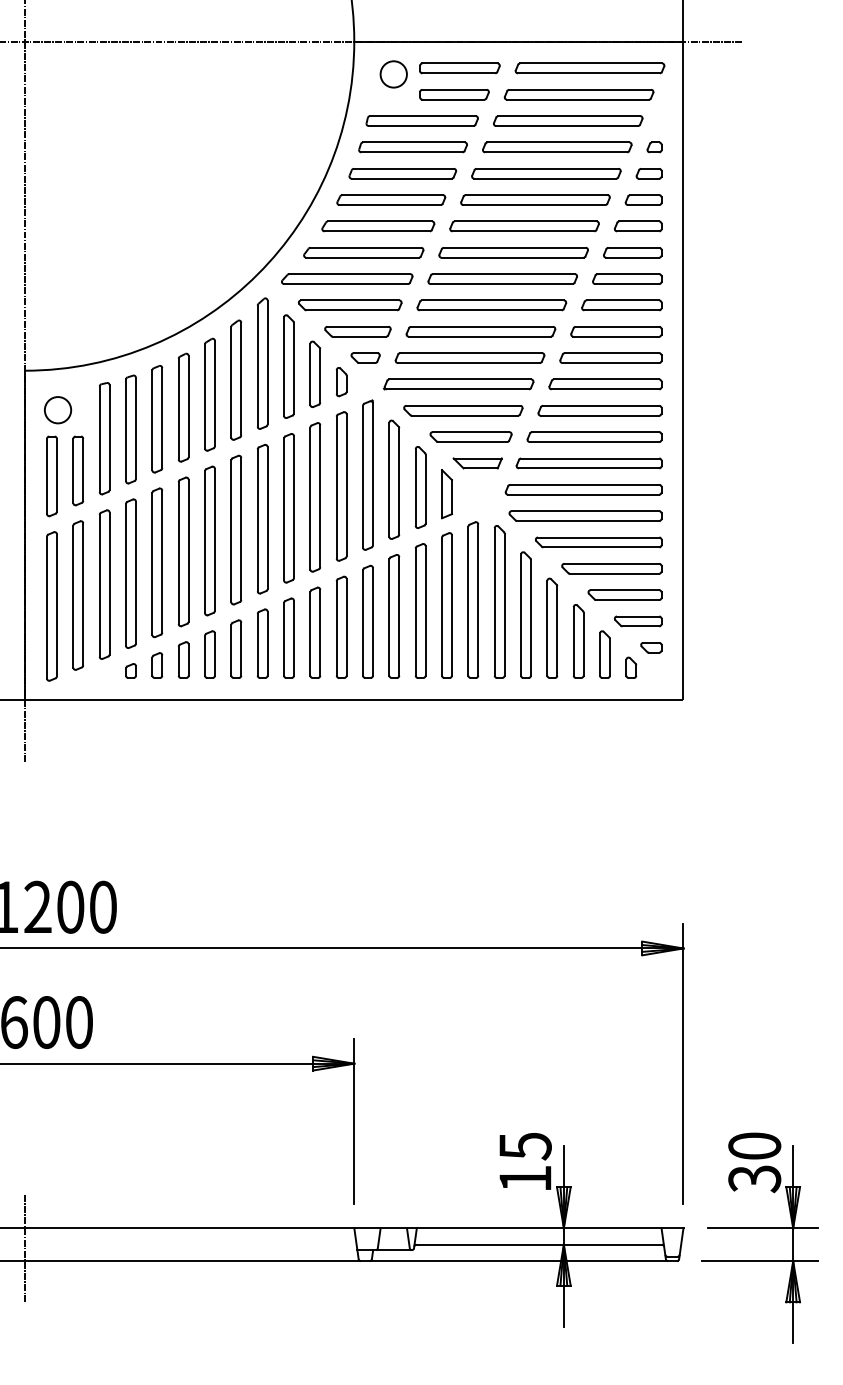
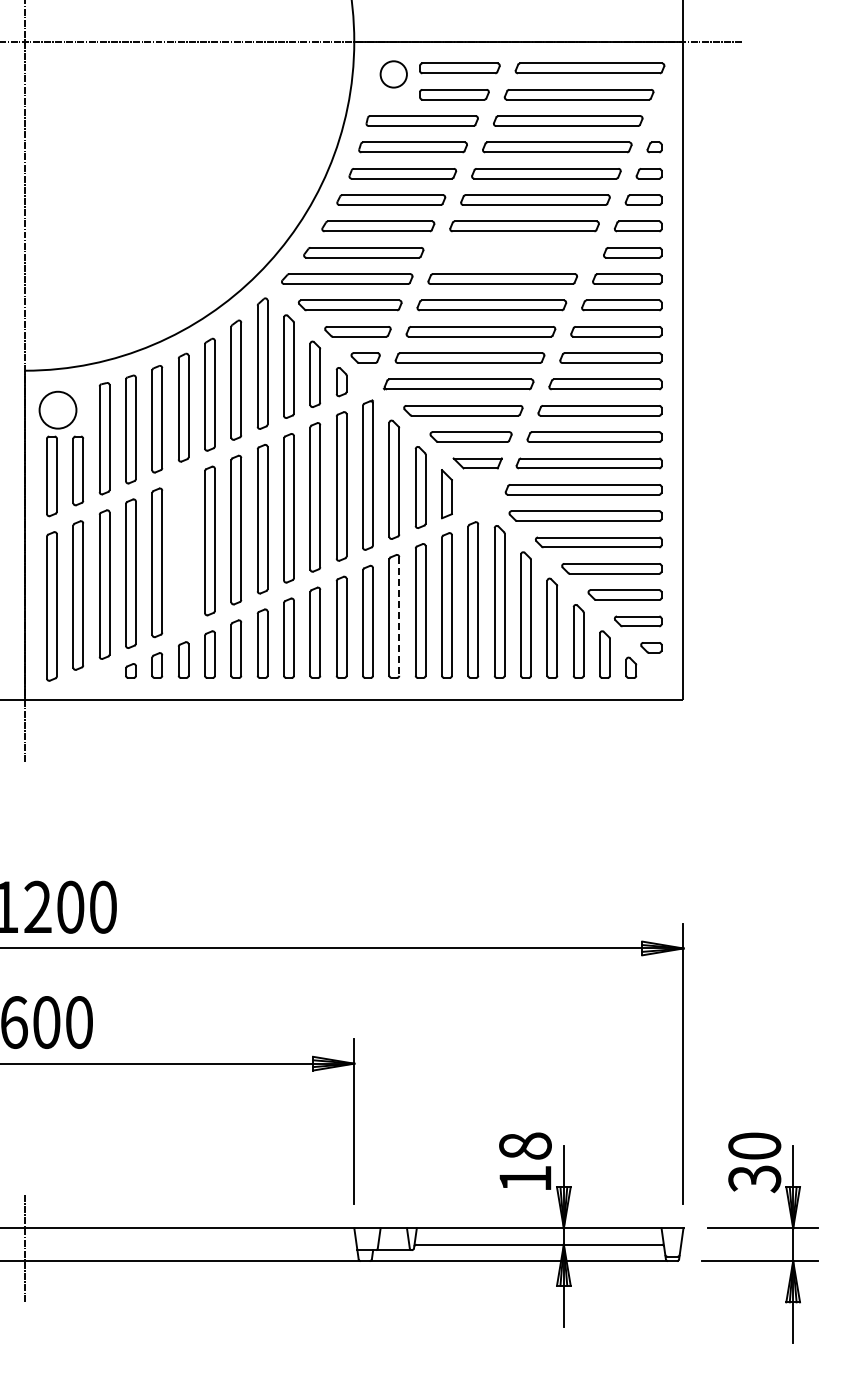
part at (513, 252): present -> none
circle at (57, 410) diameter: 26 px -> 37 px
part at (183, 551): present -> none
line at (399, 616): solid -> dashed
text at (525, 1146): 15 -> 18
